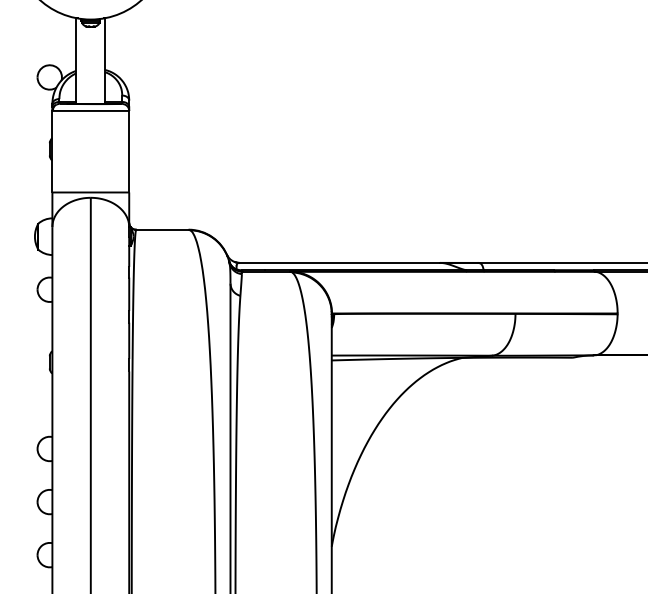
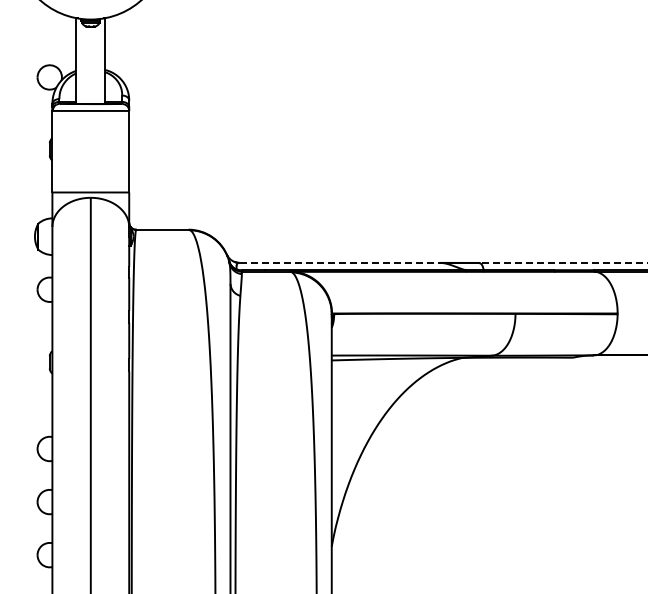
line at (340, 262): solid -> dashed
line at (562, 262): solid -> dashed
